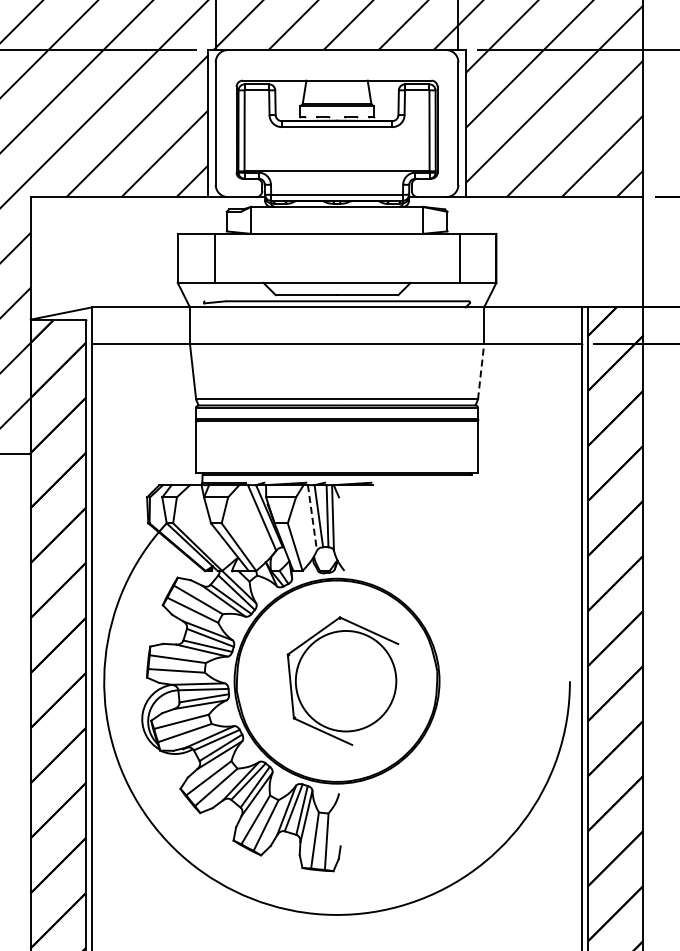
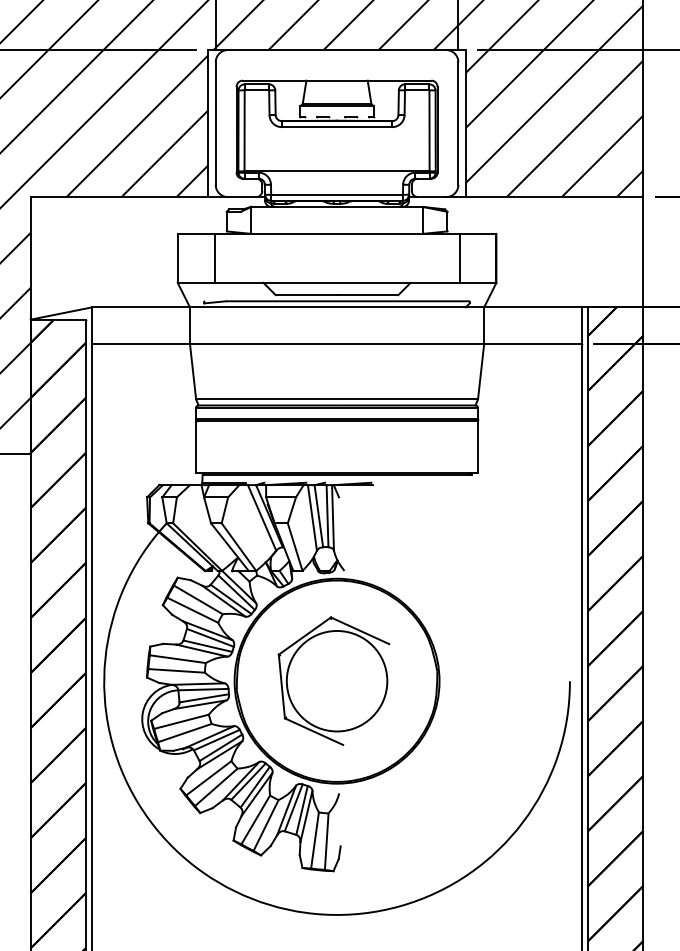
line at (481, 371): dashed -> solid
line at (312, 518): dashed -> solid
part at (342, 680) position: (342, 680) -> (333, 680)
